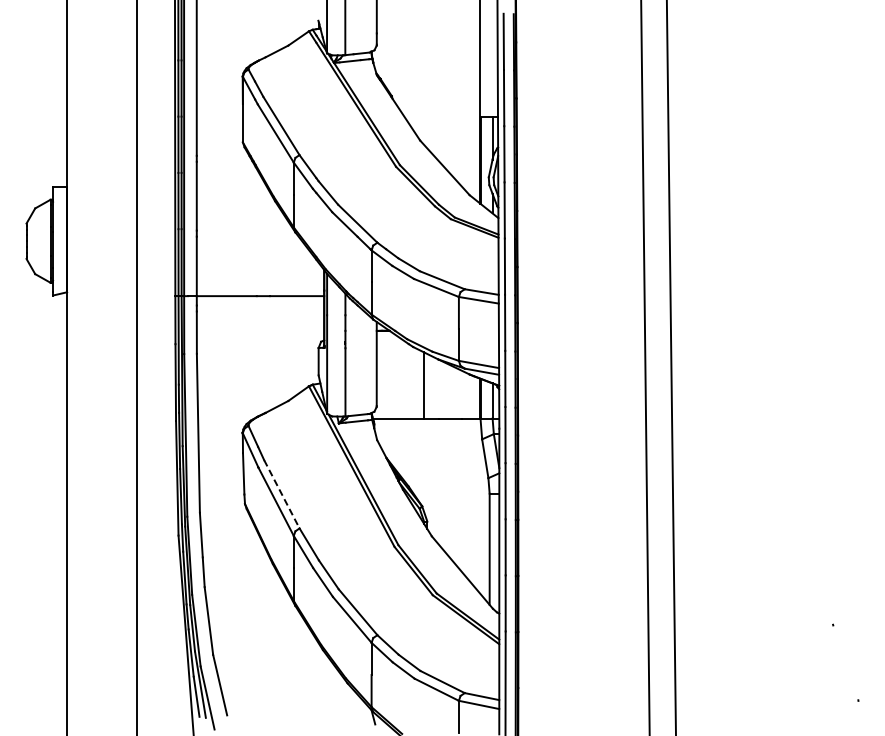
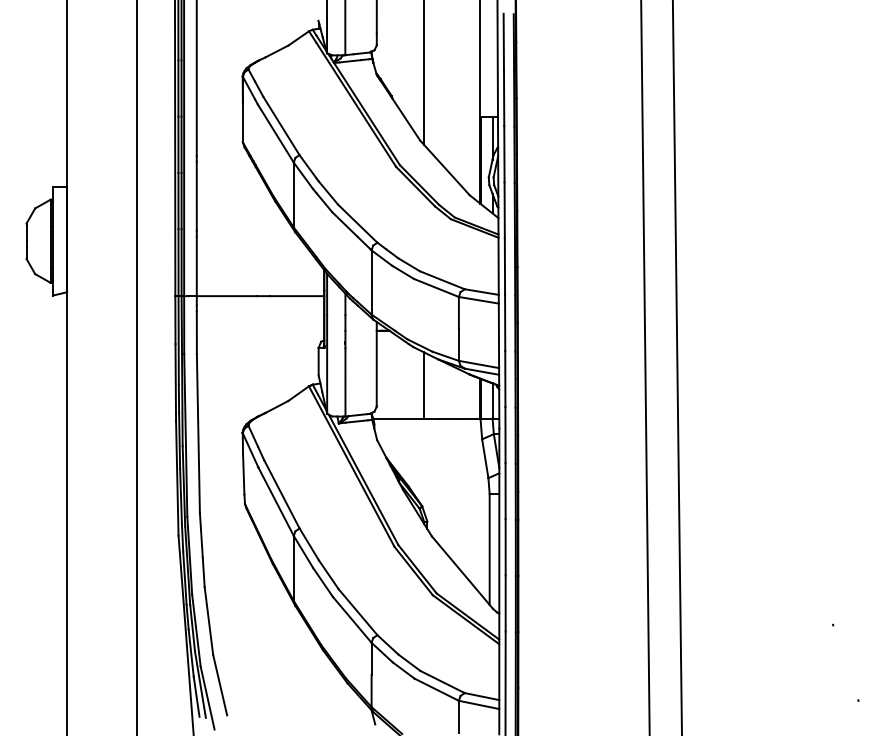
line at (423, 73): none -> present
line at (670, 367) position: (670, 367) -> (676, 367)
line at (282, 494): dashed -> solid
